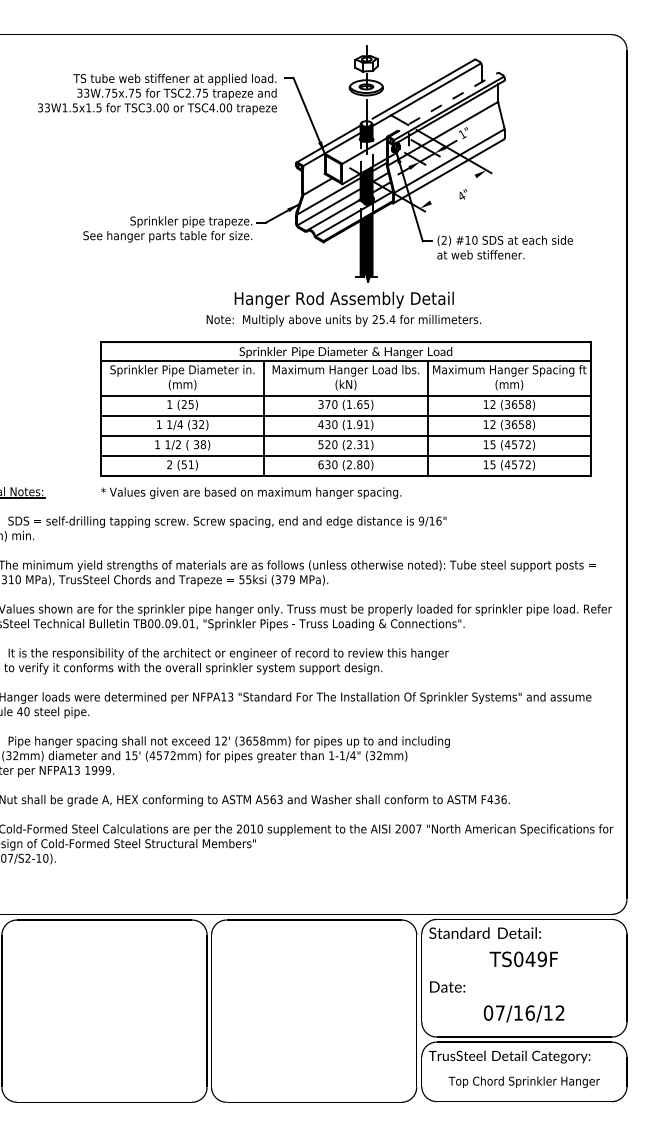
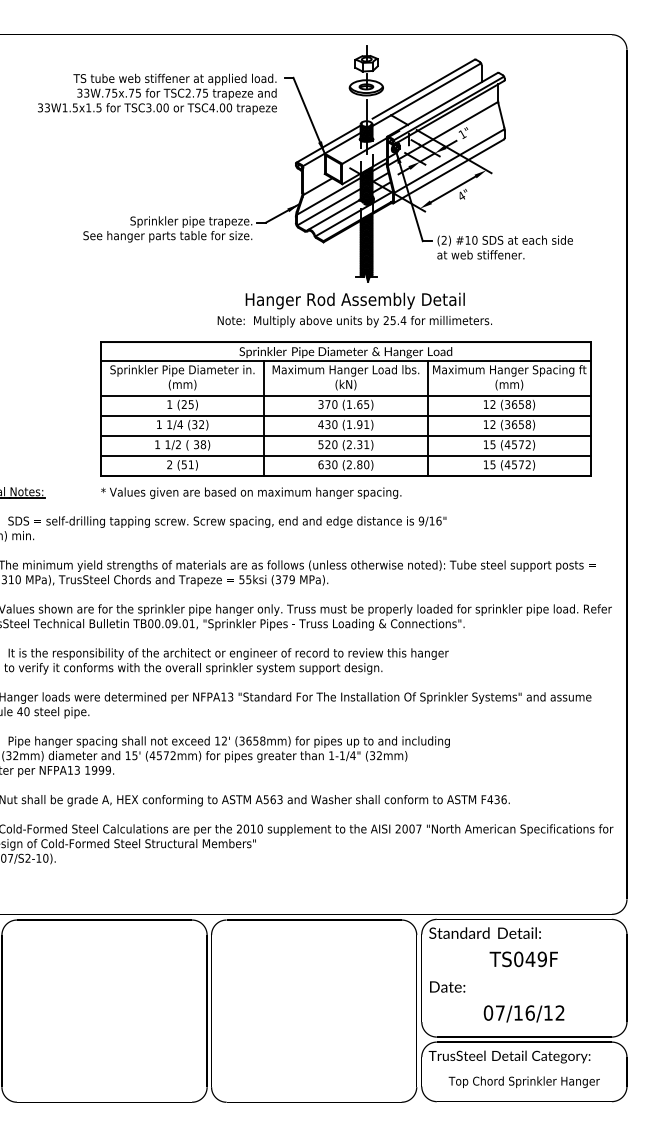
line at (442, 104): dashed -> solid
line at (452, 189): none -> present
text at (343, 308) position: (343, 308) -> (354, 309)
